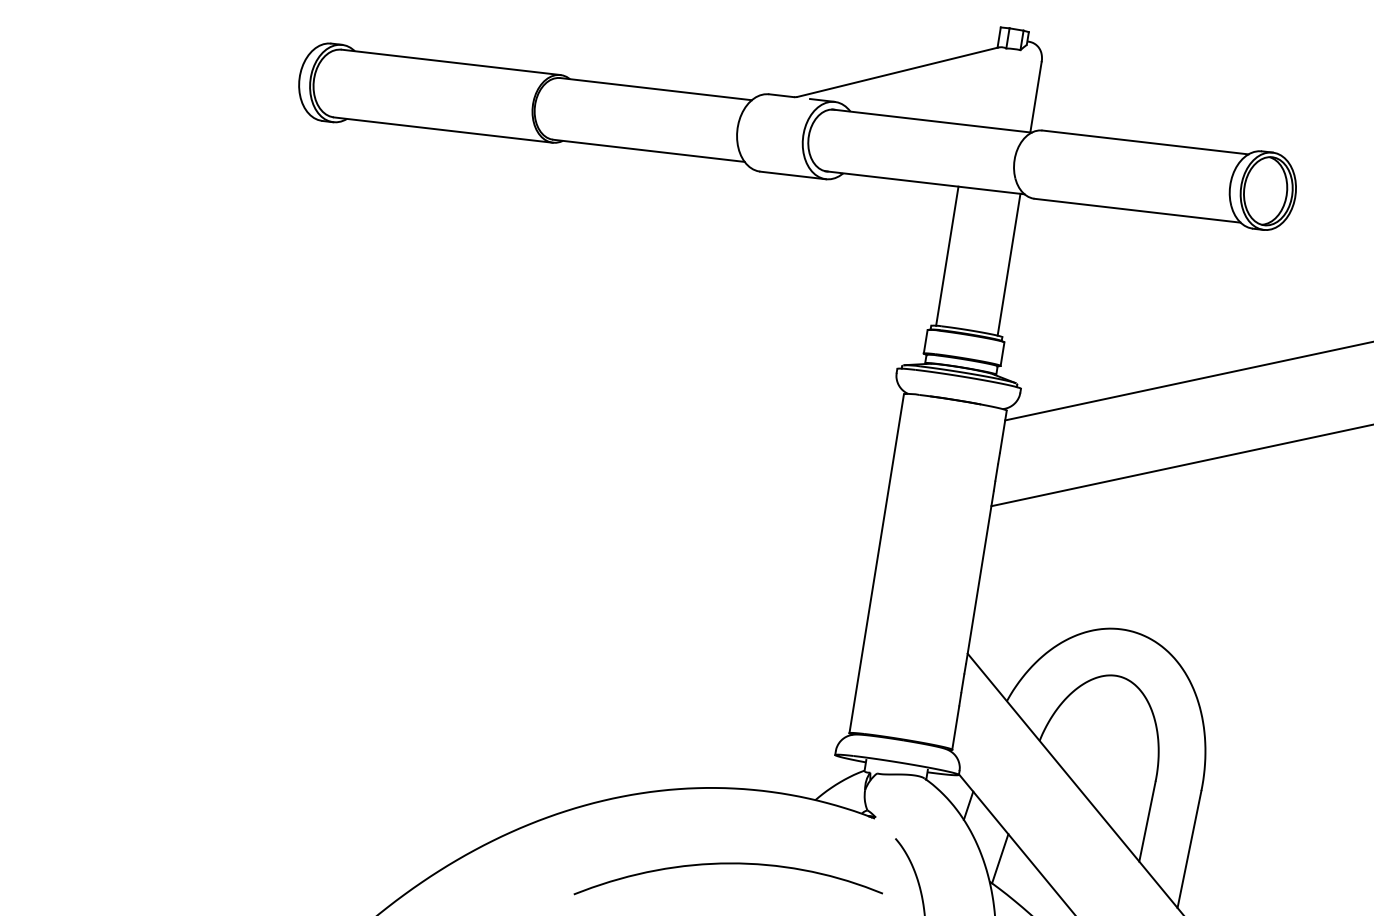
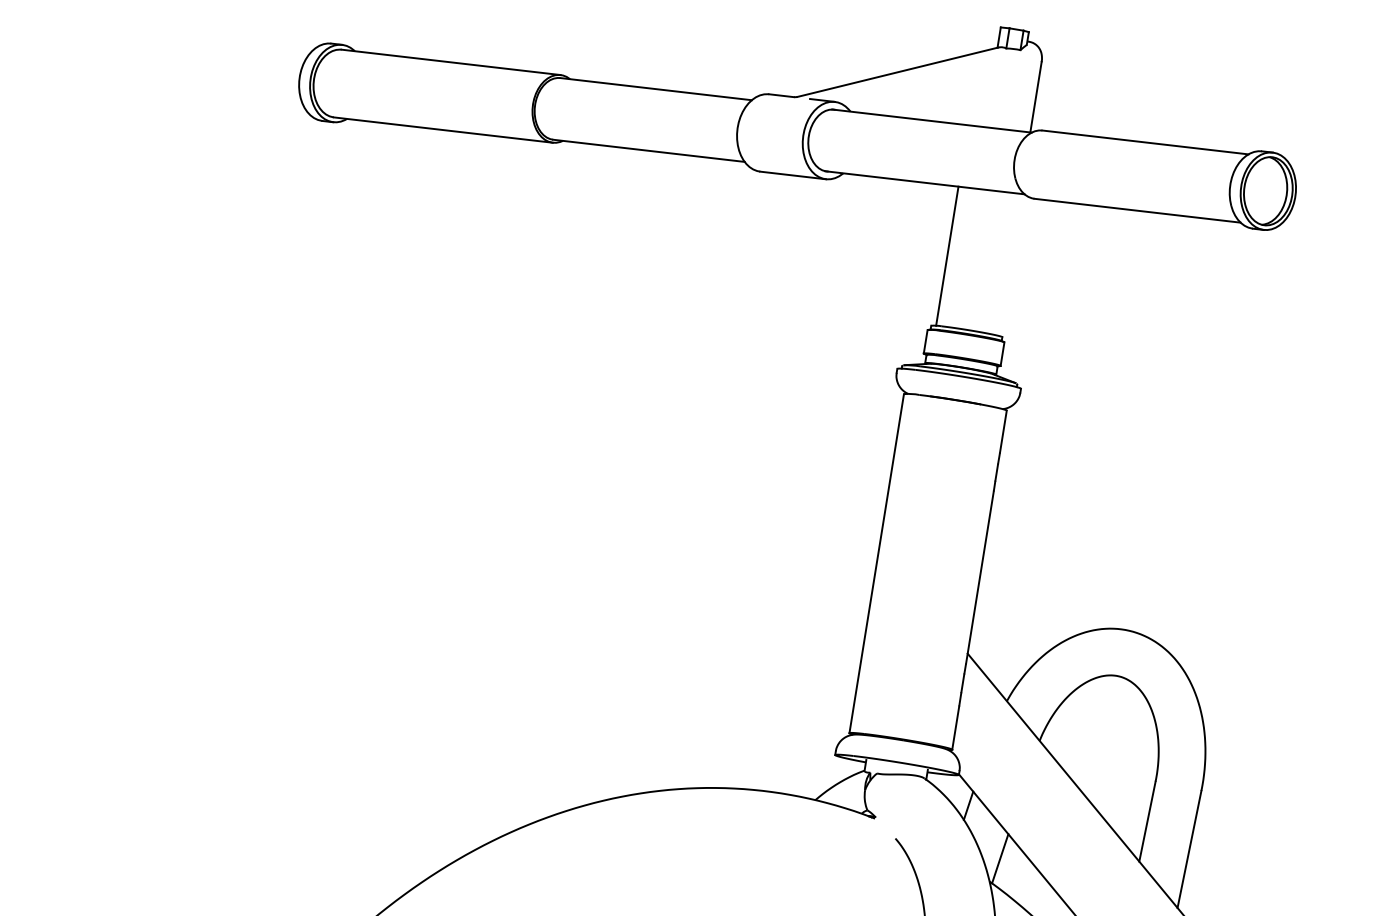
line at (1008, 264): present -> none
line at (1187, 381): present -> none
line at (1180, 465): present -> none
curve at (727, 864): present -> none
